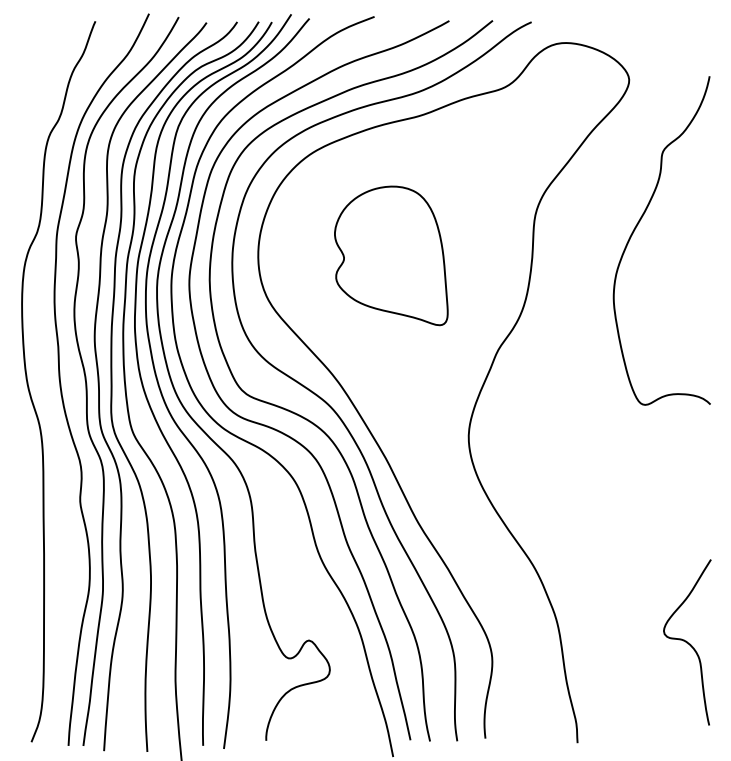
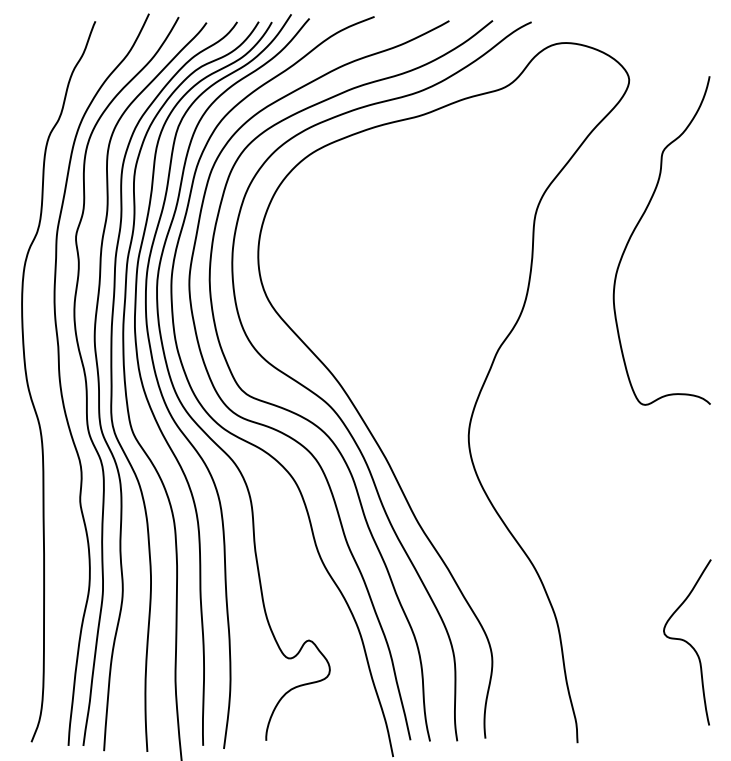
part at (391, 255): present -> none
